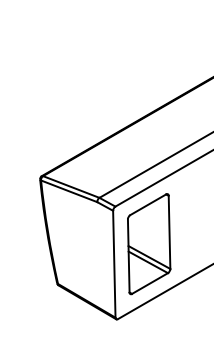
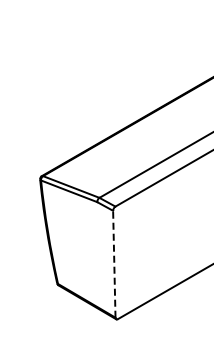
part at (149, 244): present -> none
line at (114, 263): solid -> dashed
